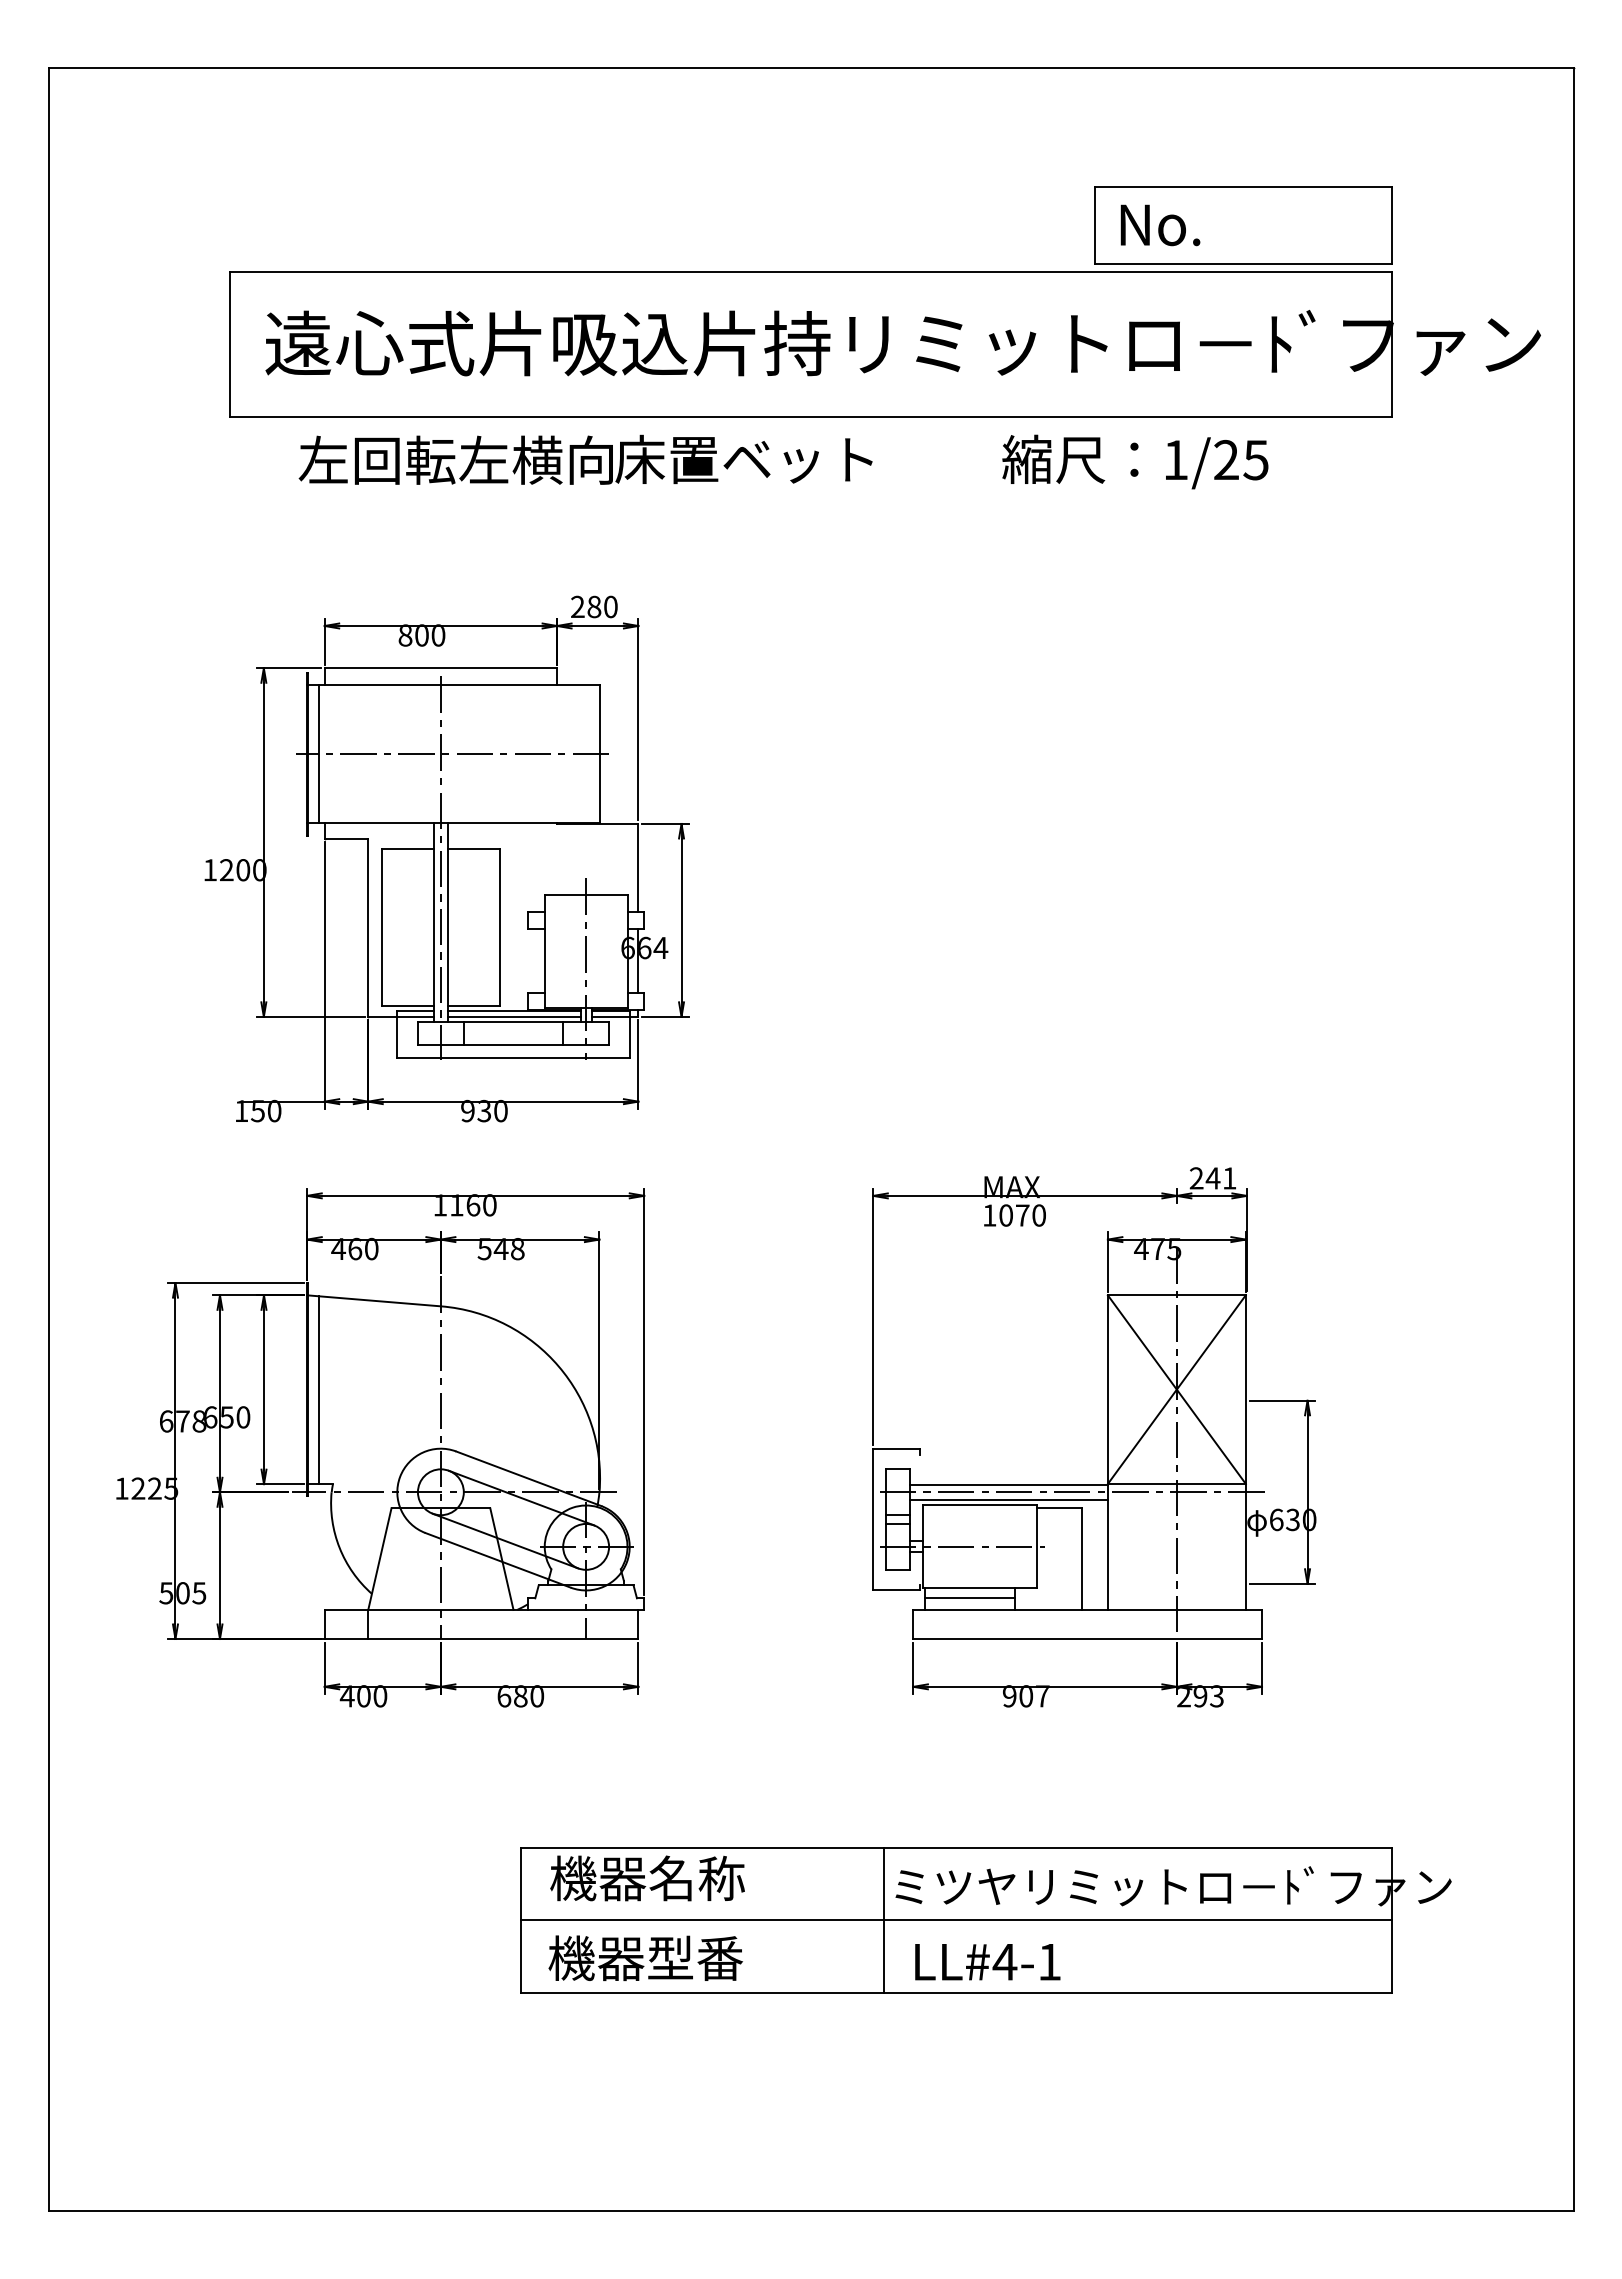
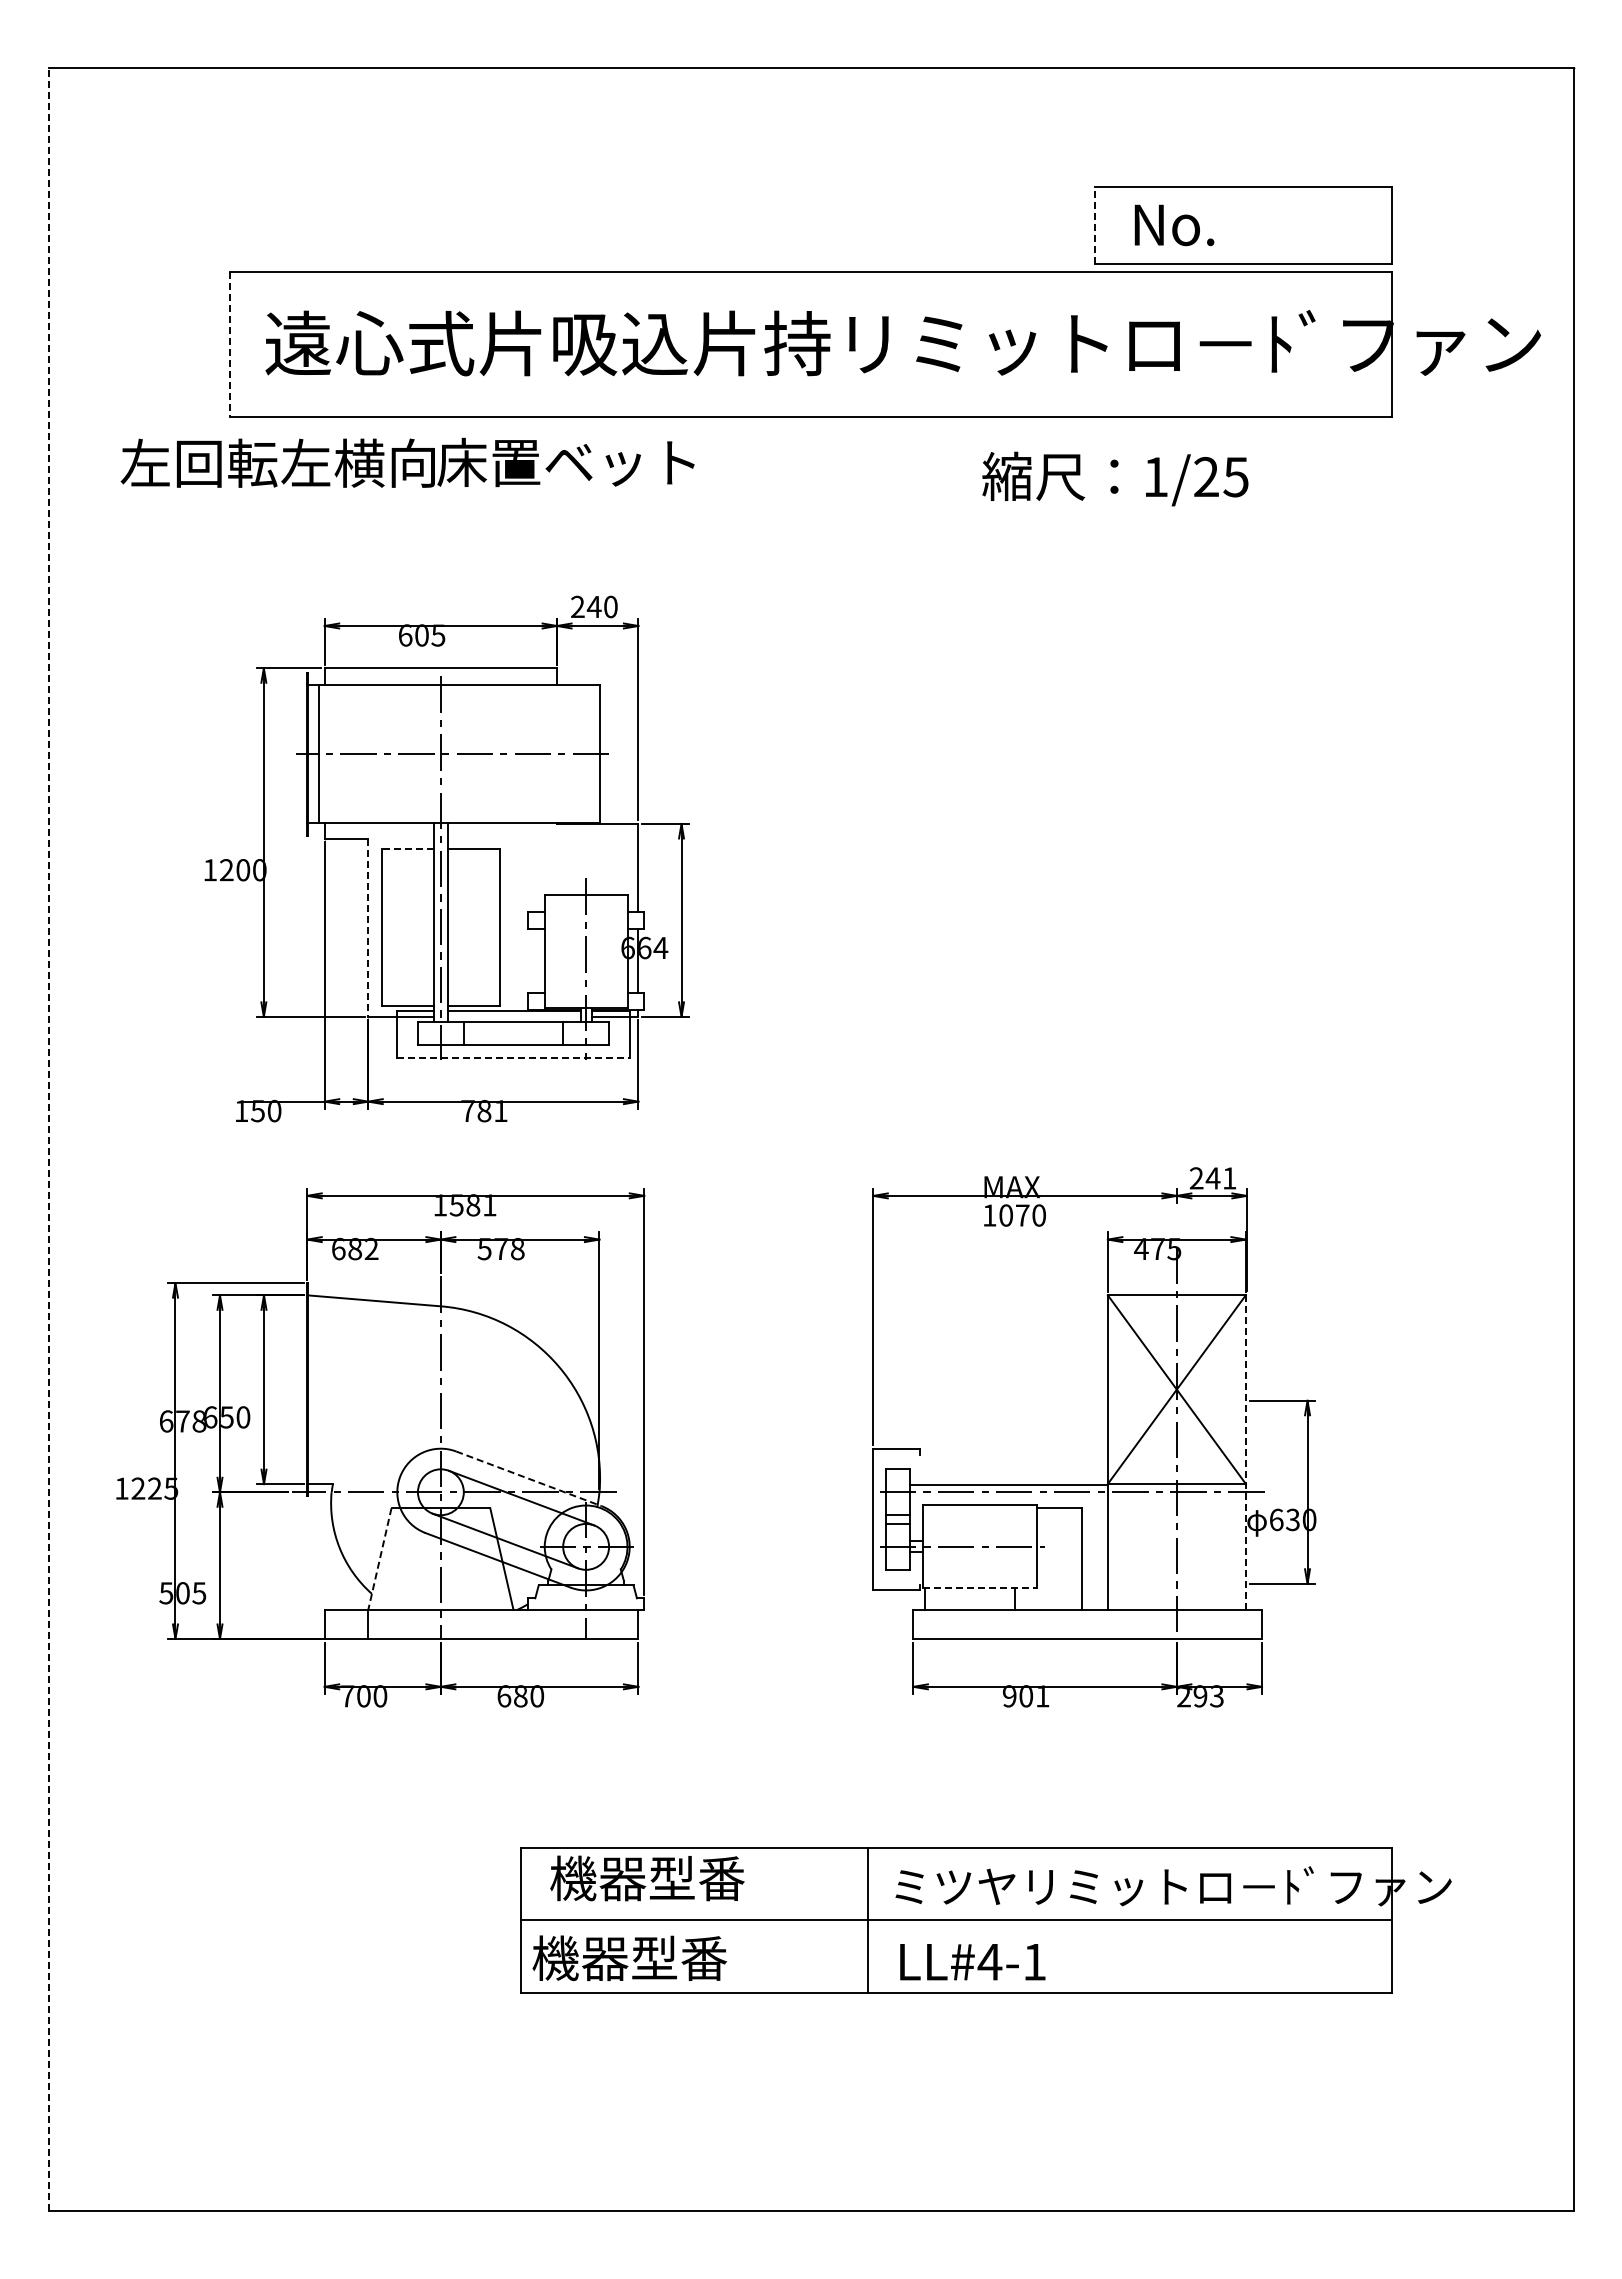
line at (1094, 224): solid -> dashed
text at (1160, 225) position: (1160, 225) -> (1174, 225)
line at (230, 344): solid -> dashed
text at (585, 459) position: (585, 459) -> (407, 462)
text at (1135, 461) position: (1135, 461) -> (1115, 478)
text at (593, 606): 280 -> 240
text at (421, 635): 800 -> 605
line at (407, 848): solid -> dashed
line at (368, 928): solid -> dashed
line at (514, 1016): present -> none
line at (514, 1057): solid -> dashed
text at (484, 1110): 930 -> 781
line at (48, 1139): solid -> dashed
text at (472, 1205): 1160 -> 1581
text at (354, 1248): 460 -> 682
text at (500, 1248): 548 -> 578
line at (318, 1390): present -> none
line at (1245, 1453): solid -> dashed
line at (528, 1478): solid -> dashed
line at (1008, 1499): present -> none
line at (379, 1559): solid -> dashed
line at (979, 1588): solid -> dashed
line at (970, 1598): present -> none
text at (346, 1696): 400 -> 700
text at (1042, 1696): 907 -> 901
text at (696, 1878): 機器名称 -> 機器型番
line at (883, 1919) position: (883, 1919) -> (867, 1919)
text at (645, 1957) position: (645, 1957) -> (629, 1957)
text at (987, 1962) position: (987, 1962) -> (972, 1962)
